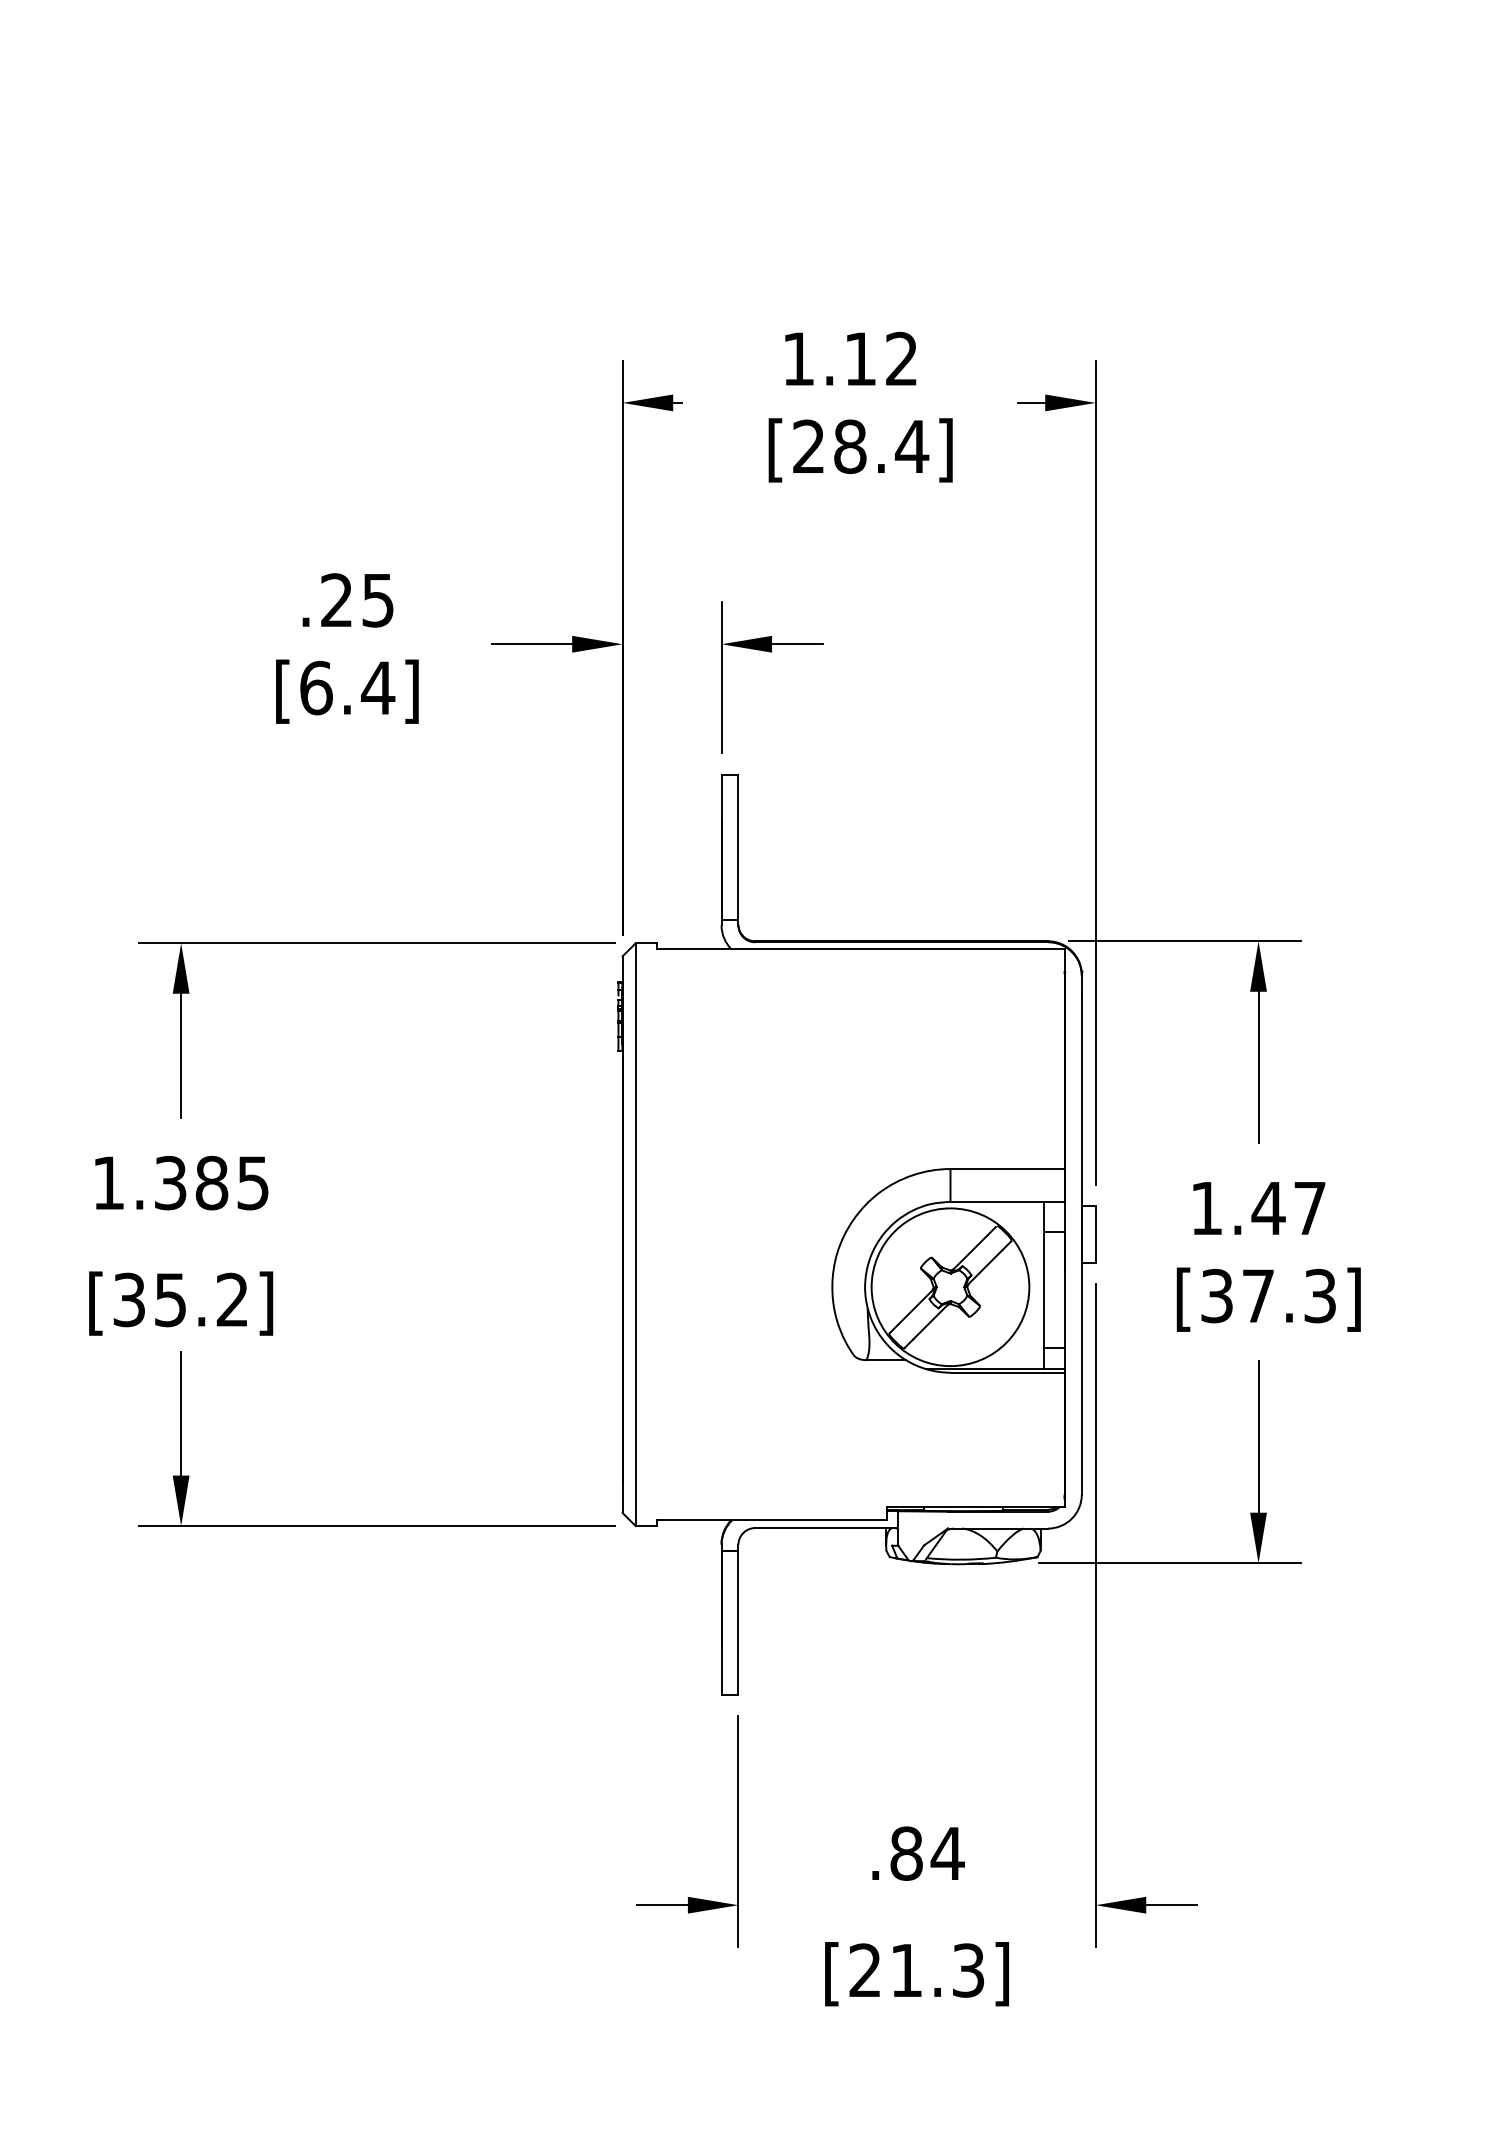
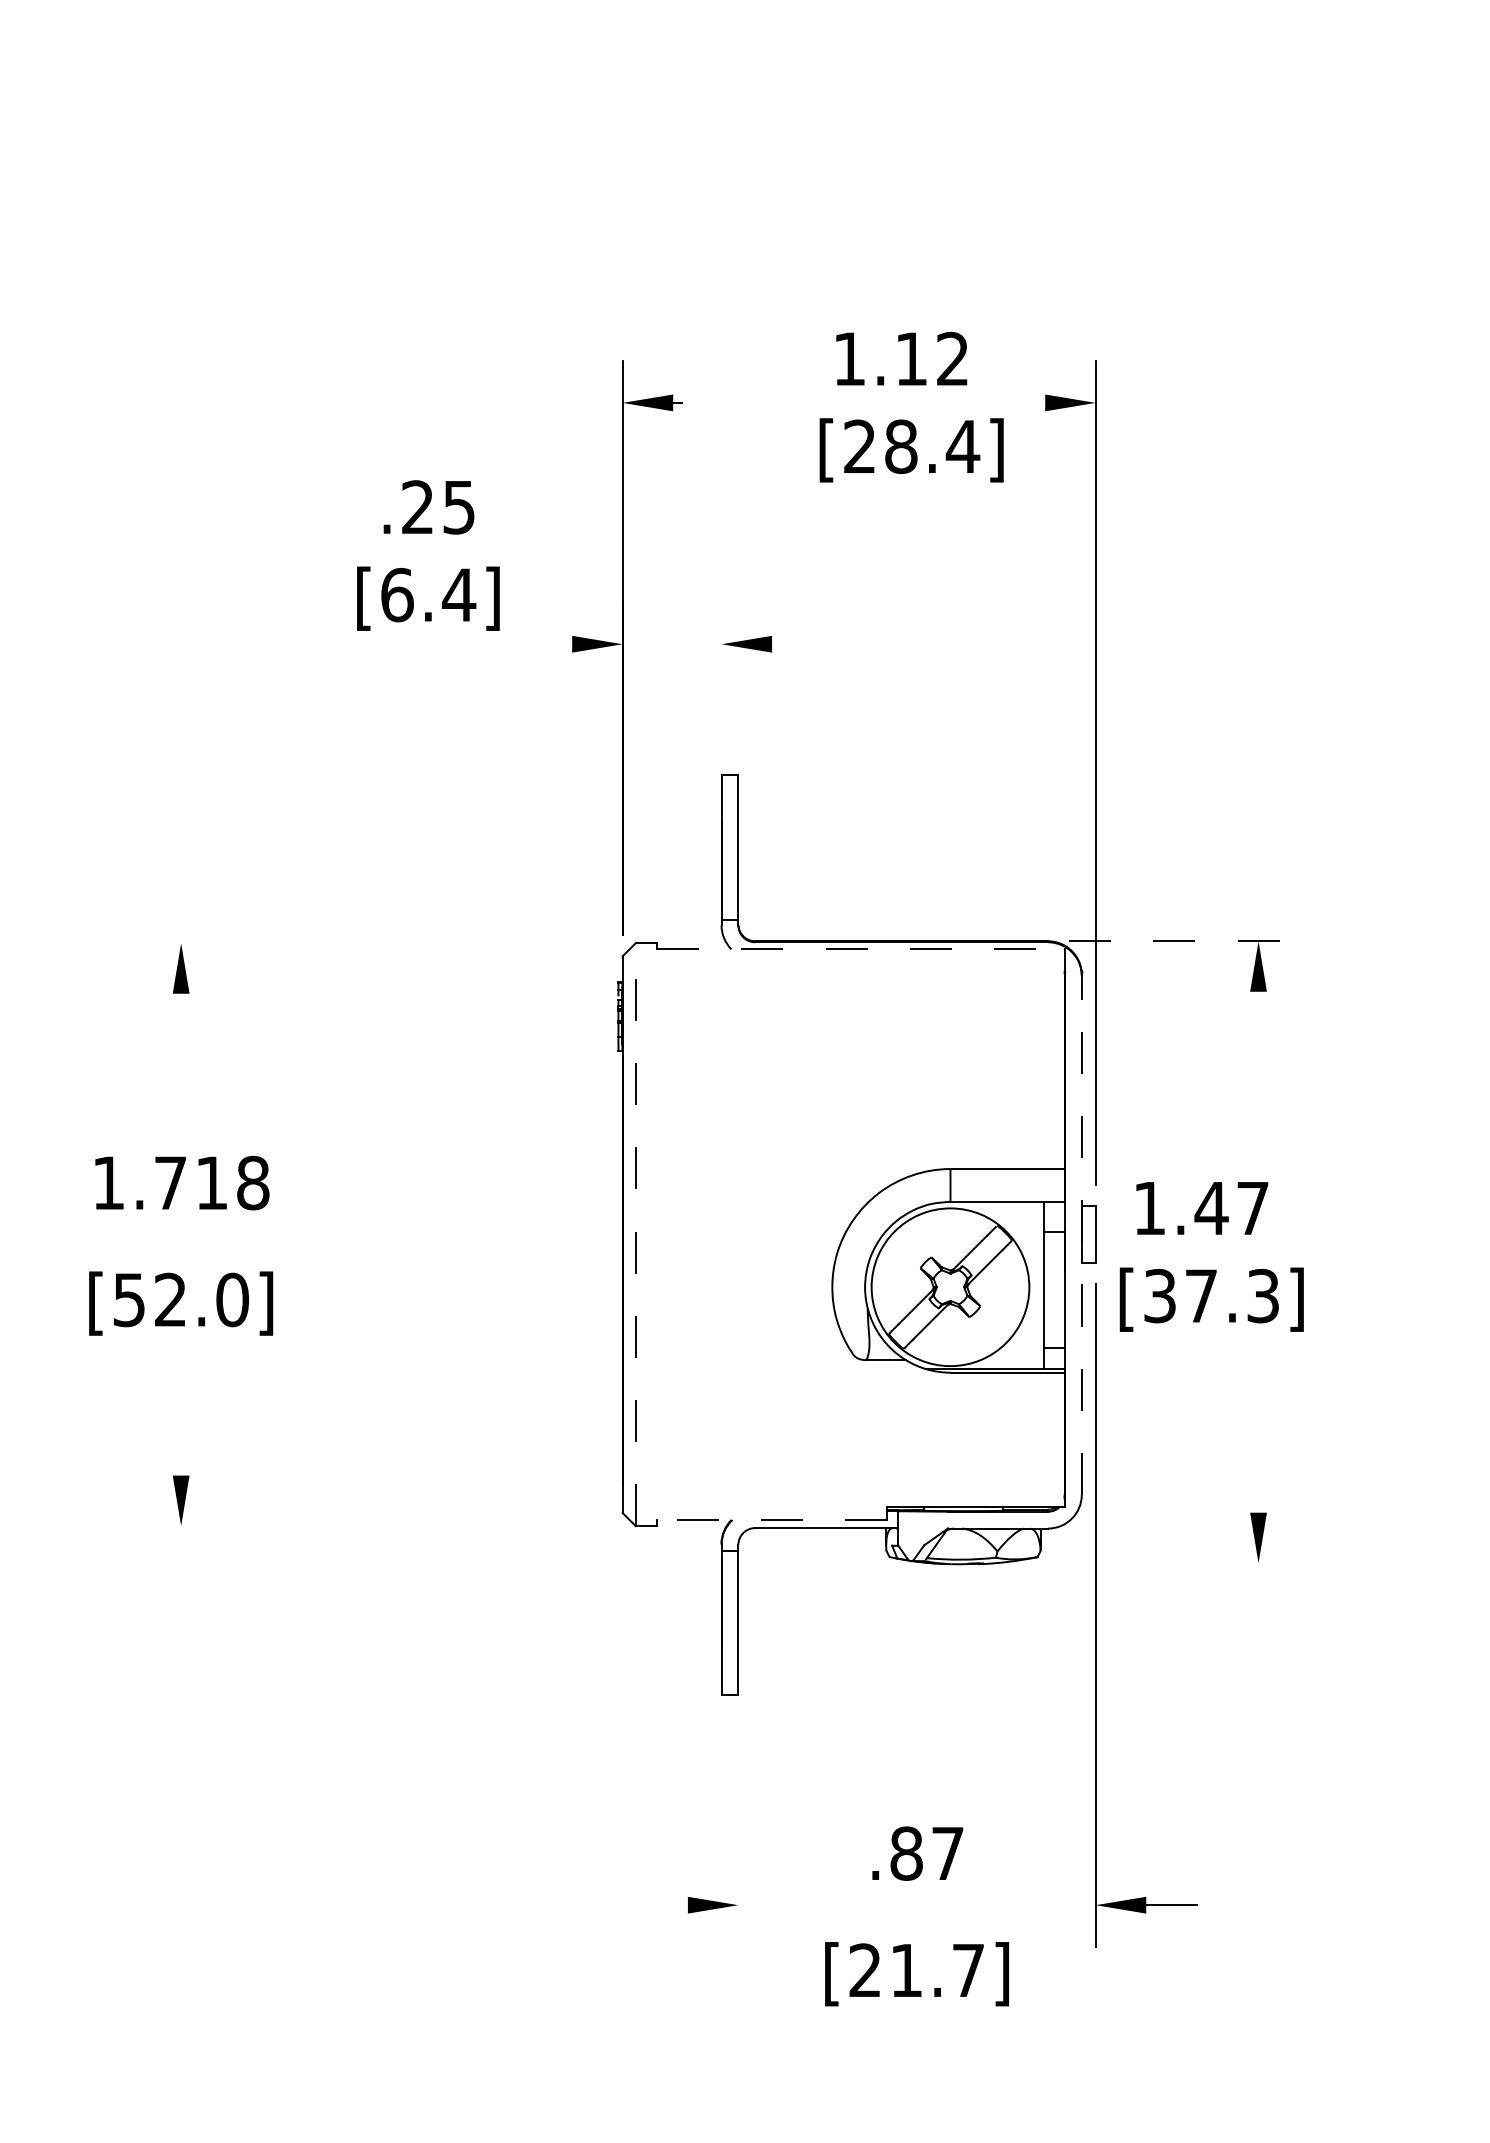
line at (1031, 402): present -> none
text at (860, 406) position: (860, 406) -> (911, 406)
line at (532, 644): present -> none
line at (797, 644): present -> none
text at (347, 648) position: (347, 648) -> (428, 555)
line at (721, 677): present -> none
line at (1184, 941): solid -> dashed
line at (376, 943): present -> none
line at (860, 949): solid -> dashed
line at (181, 1055): present -> none
line at (1258, 1067): present -> none
text at (212, 1182): 1.385 -> 1.718
line at (635, 1234): solid -> dashed
line at (1081, 1246): solid -> dashed
text at (1268, 1256) position: (1268, 1256) -> (1211, 1256)
text at (181, 1299): [35.2] -> [52.0]
line at (181, 1413): present -> none
line at (1258, 1436): present -> none
line at (771, 1520): solid -> dashed
line at (376, 1526): present -> none
line at (1169, 1563): present -> none
line at (738, 1831): present -> none
text at (947, 1853): .84 -> .87
line at (662, 1905): present -> none
text at (968, 1970): [21.3] -> [21.7]
